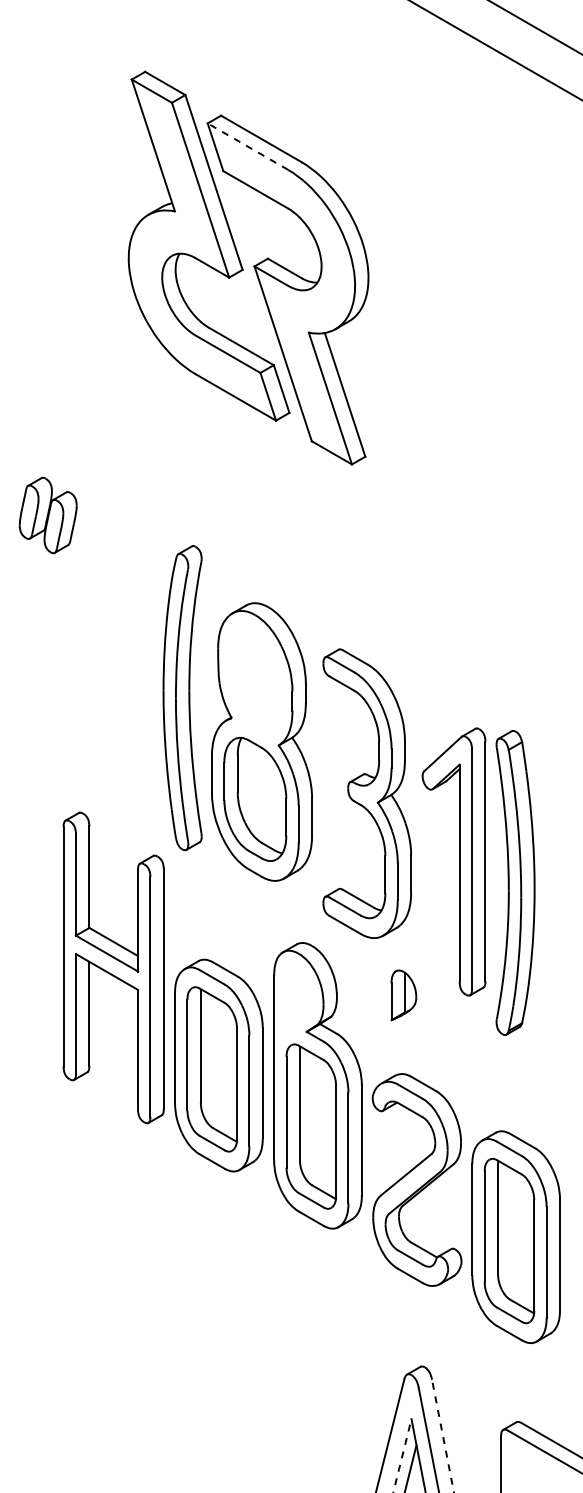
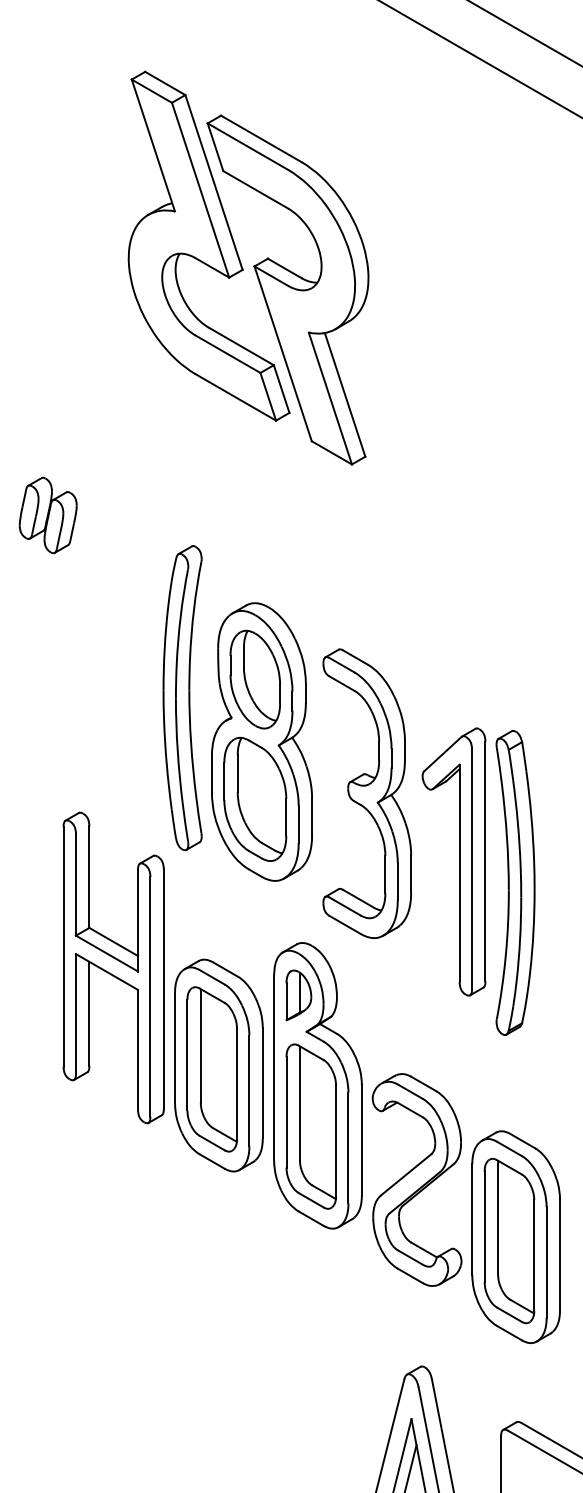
line at (535, 27) position: (535, 27) -> (525, 33)
line at (495, 50) position: (495, 50) -> (480, 59)
line at (247, 146): dashed -> solid
part at (254, 679): none -> present
part at (403, 995) position: (403, 995) -> (298, 995)
line at (442, 1435): dashed -> solid
line at (402, 1455): dashed -> solid
